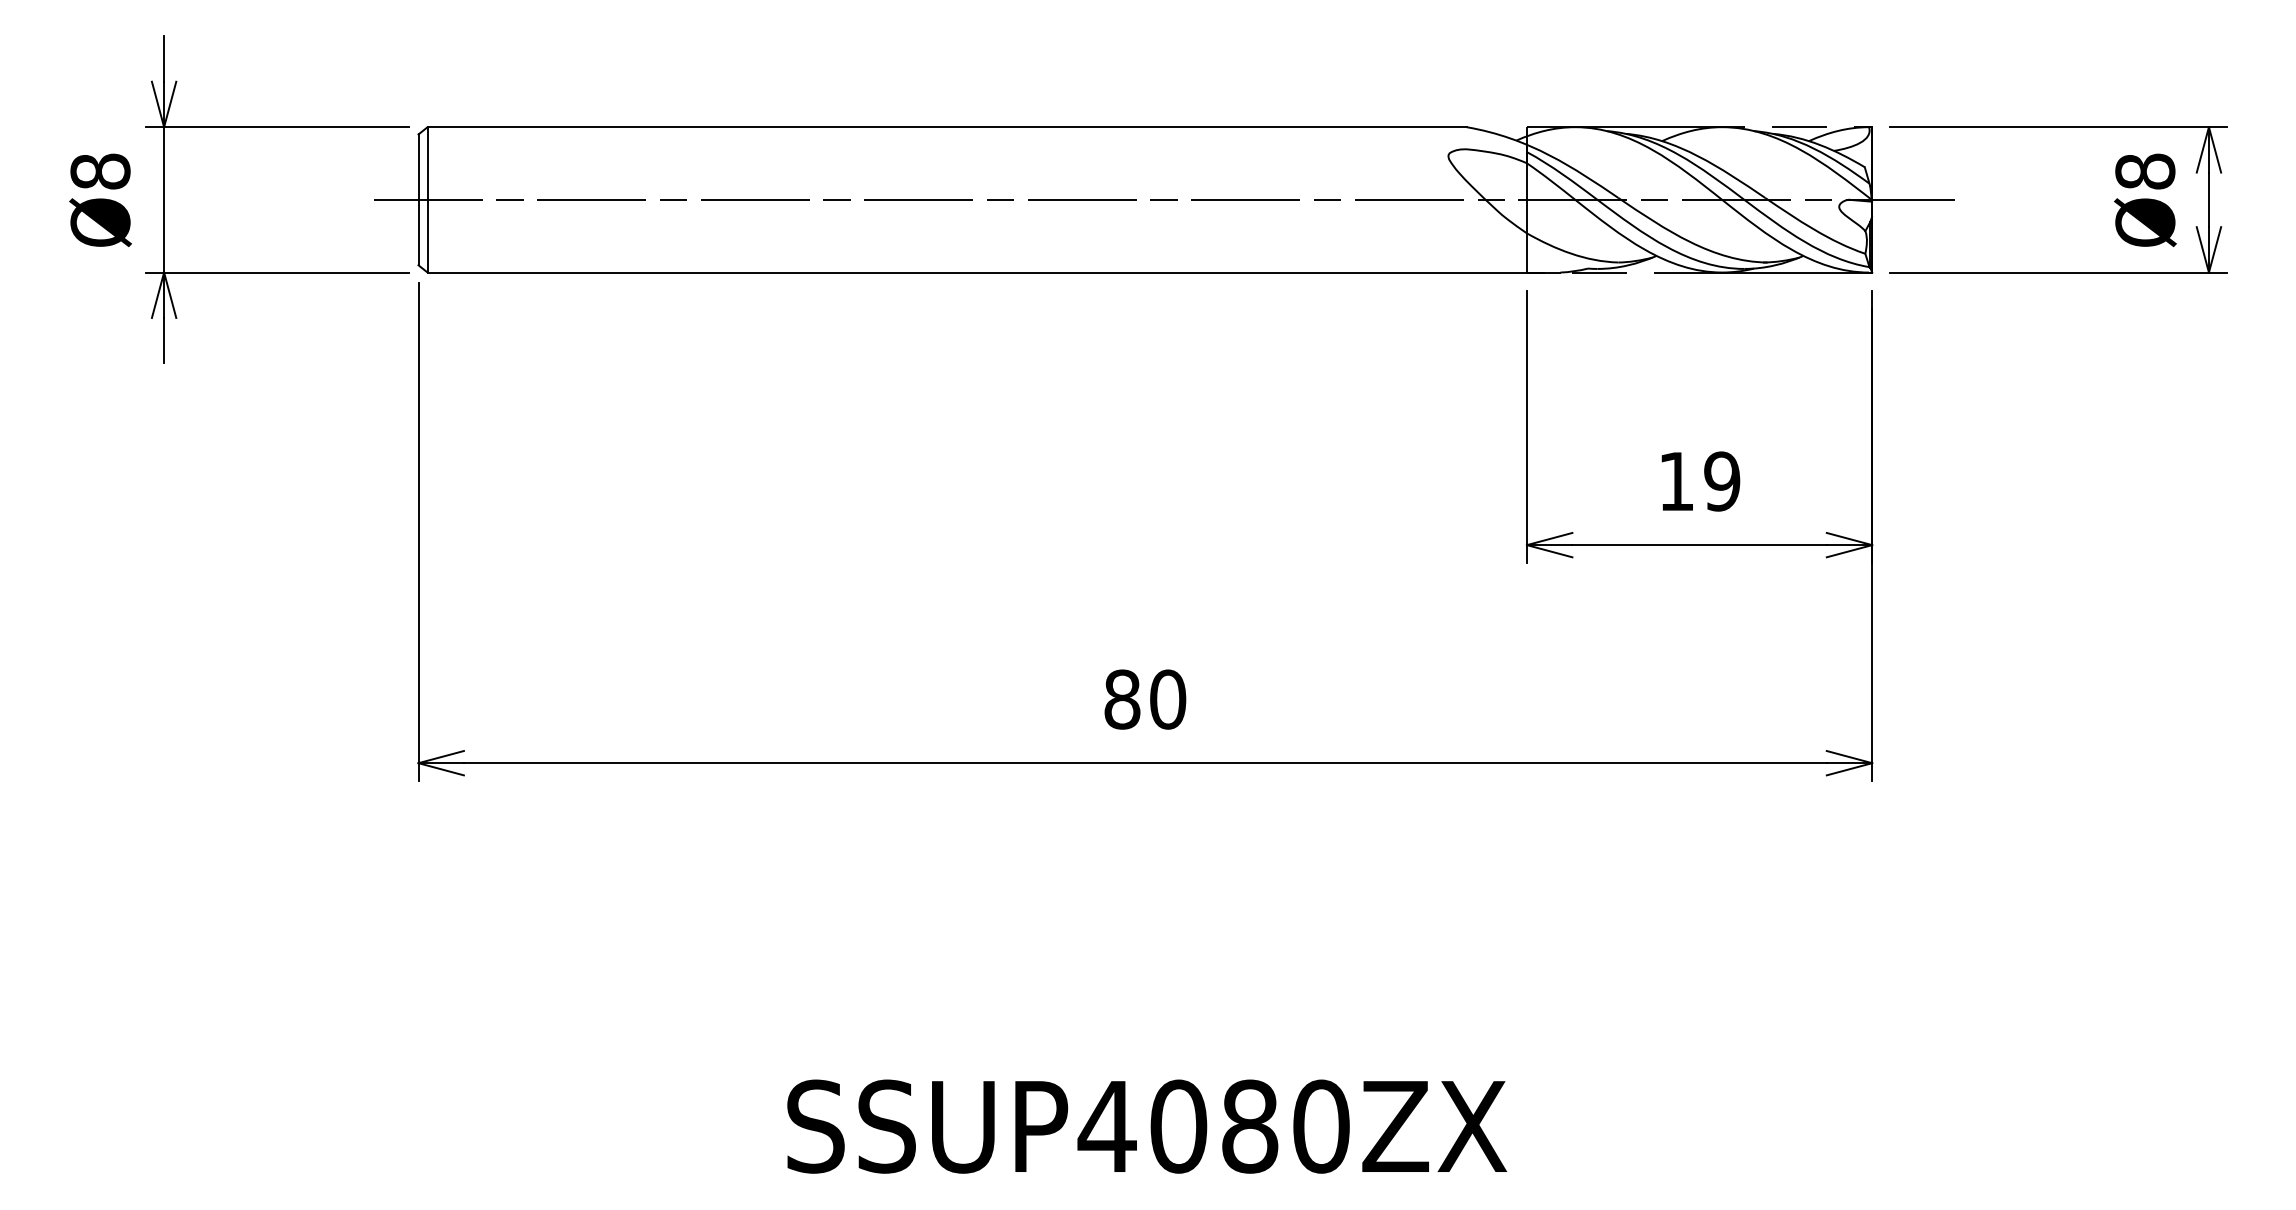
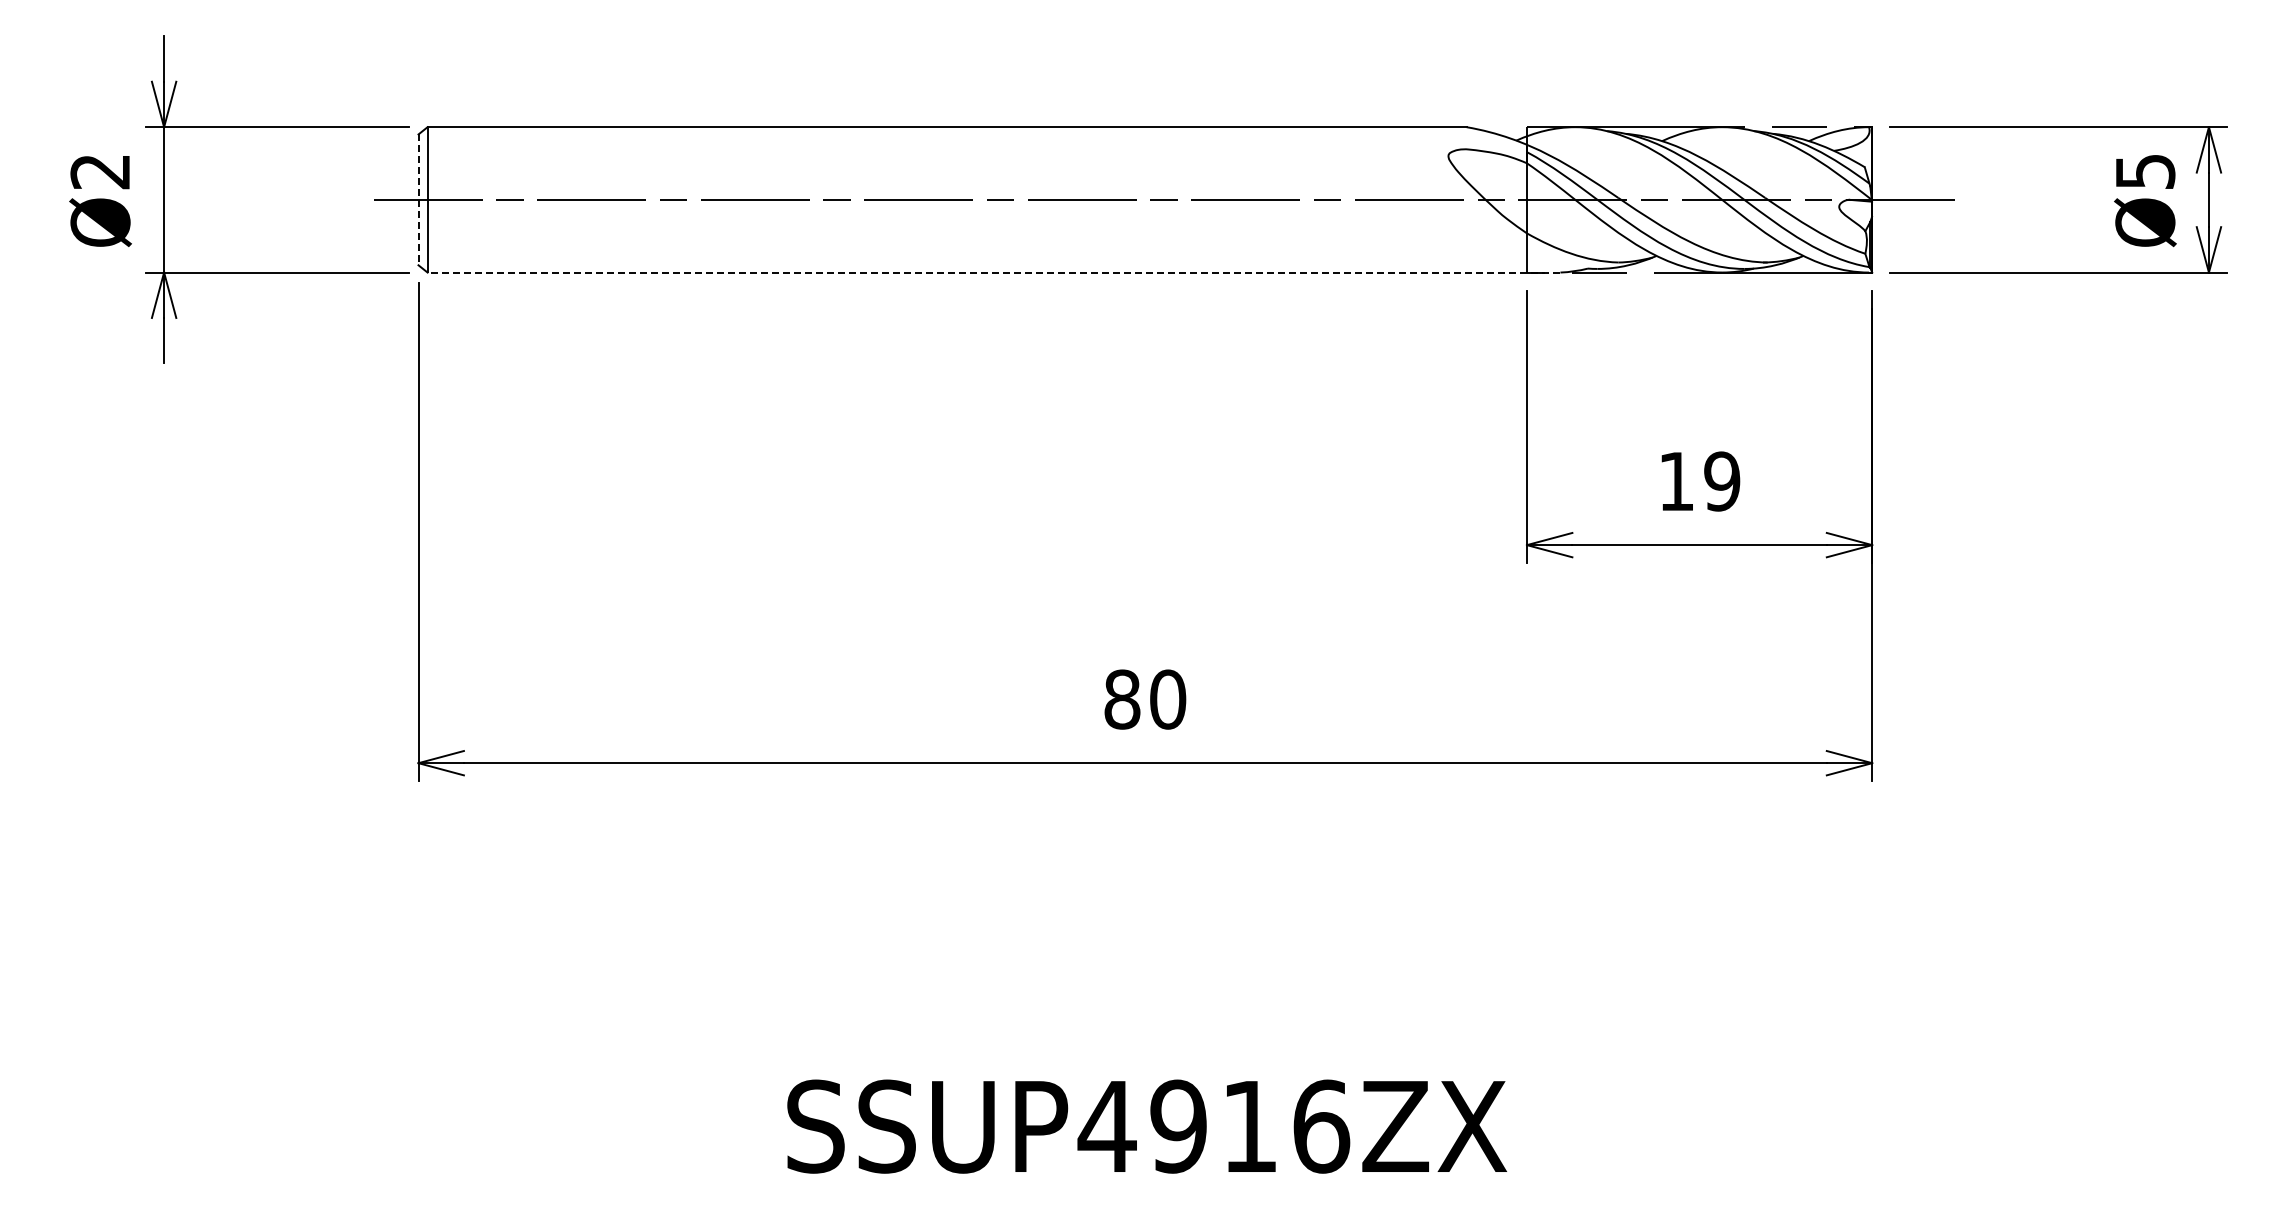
text at (100, 171): Ø8 -> Ø2
text at (2145, 171): Ø8 -> Ø5
line at (418, 200): solid -> dashed
line at (993, 272): solid -> dashed
text at (1250, 1126): SSUP4080ZX -> SSUP4916ZX
